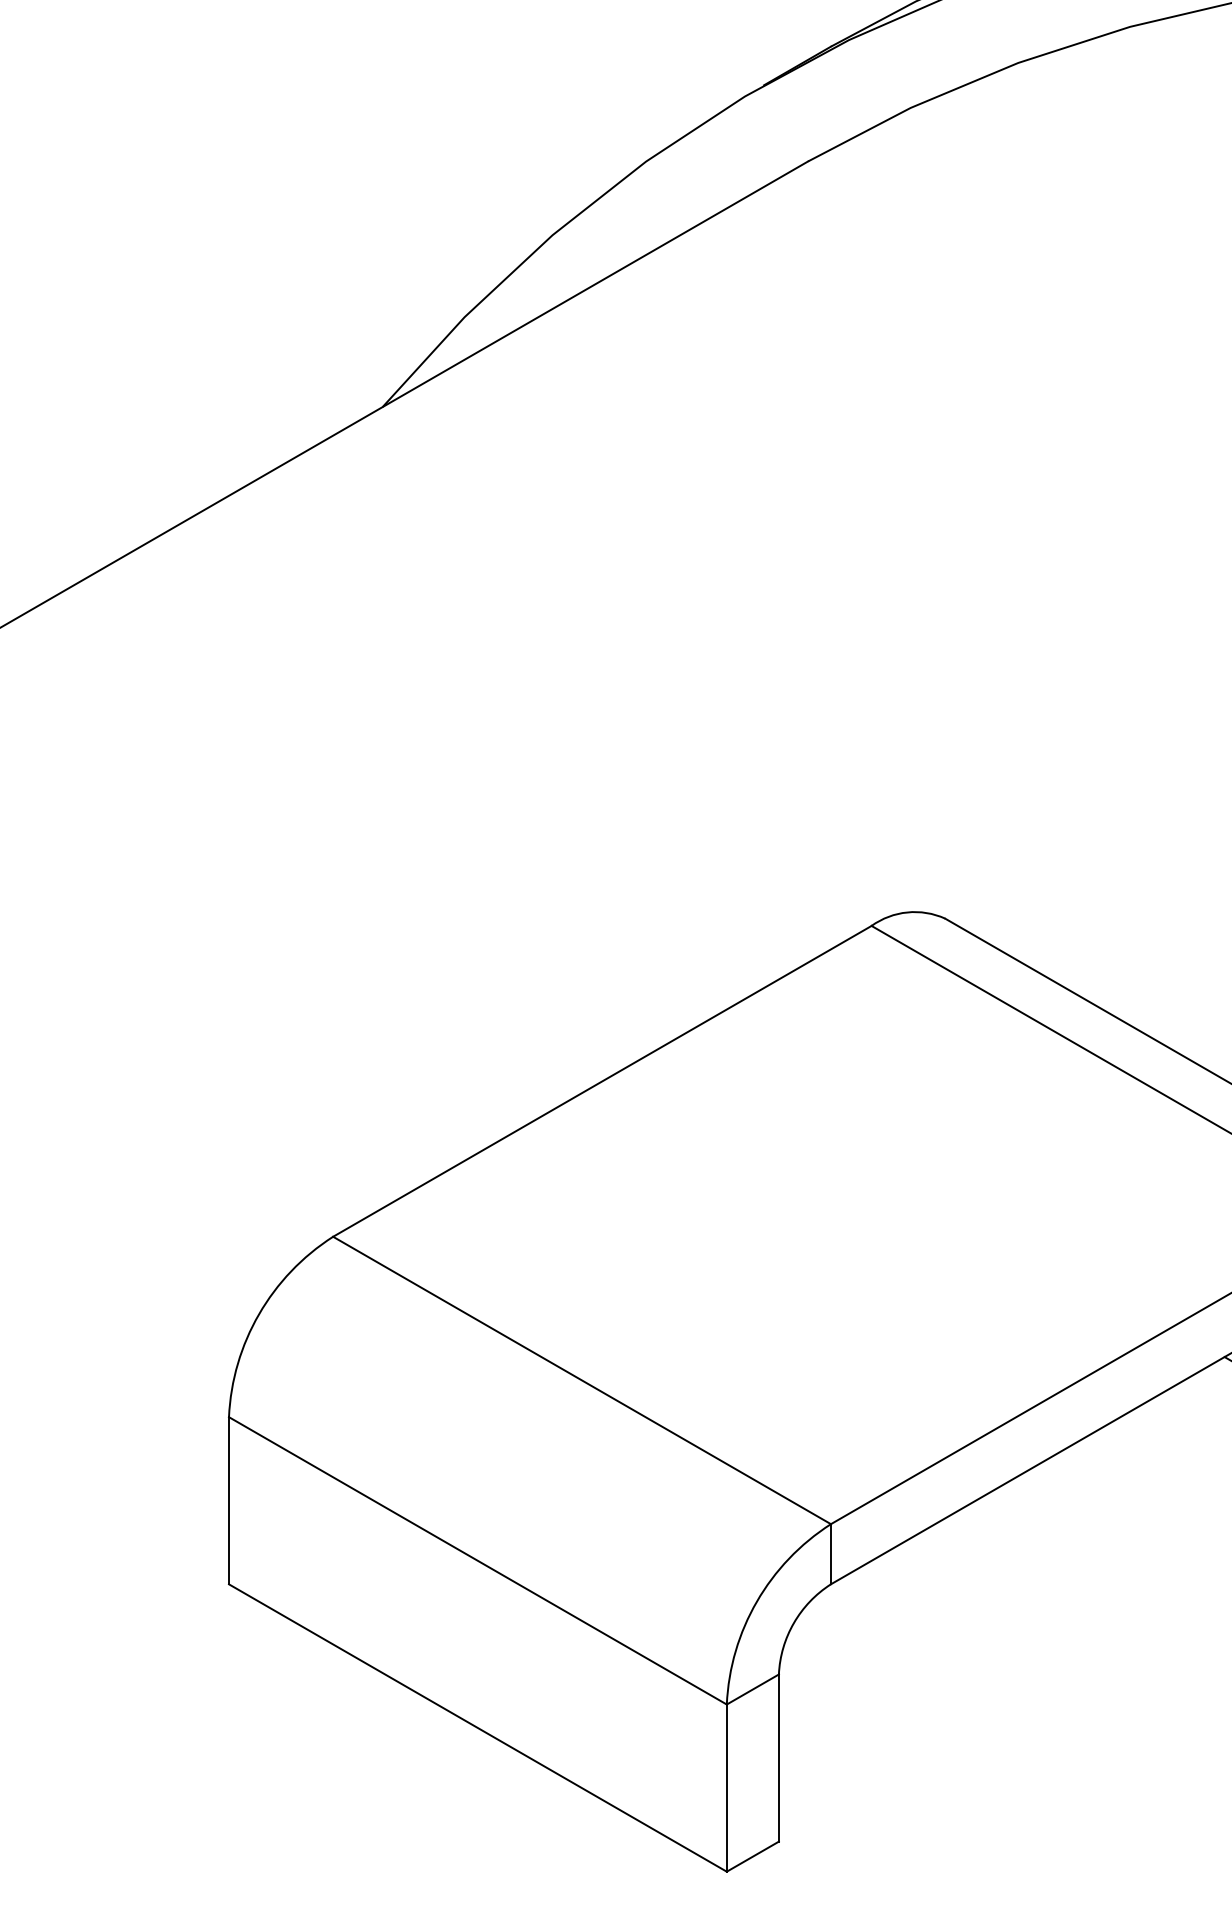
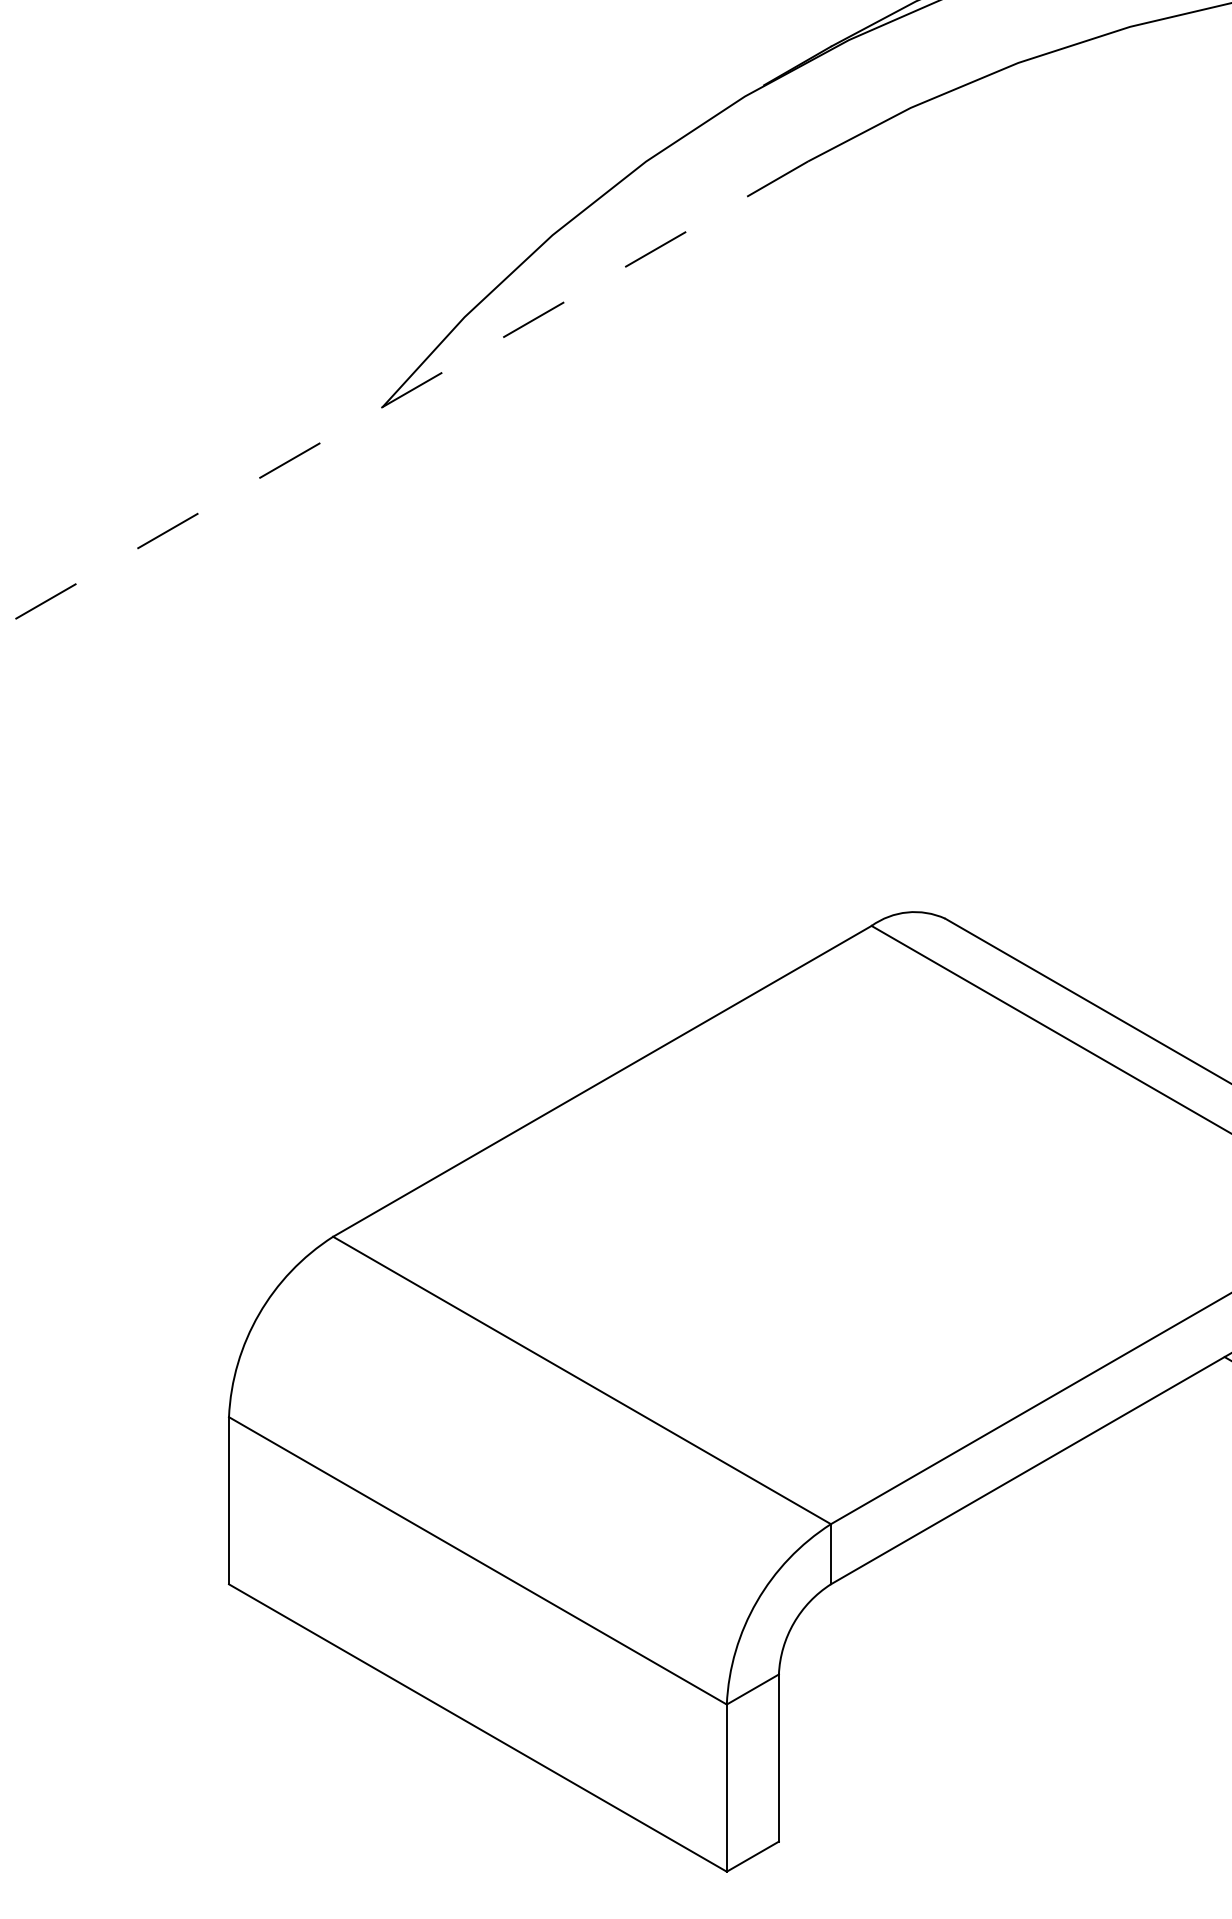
line at (403, 394): solid -> dashed
